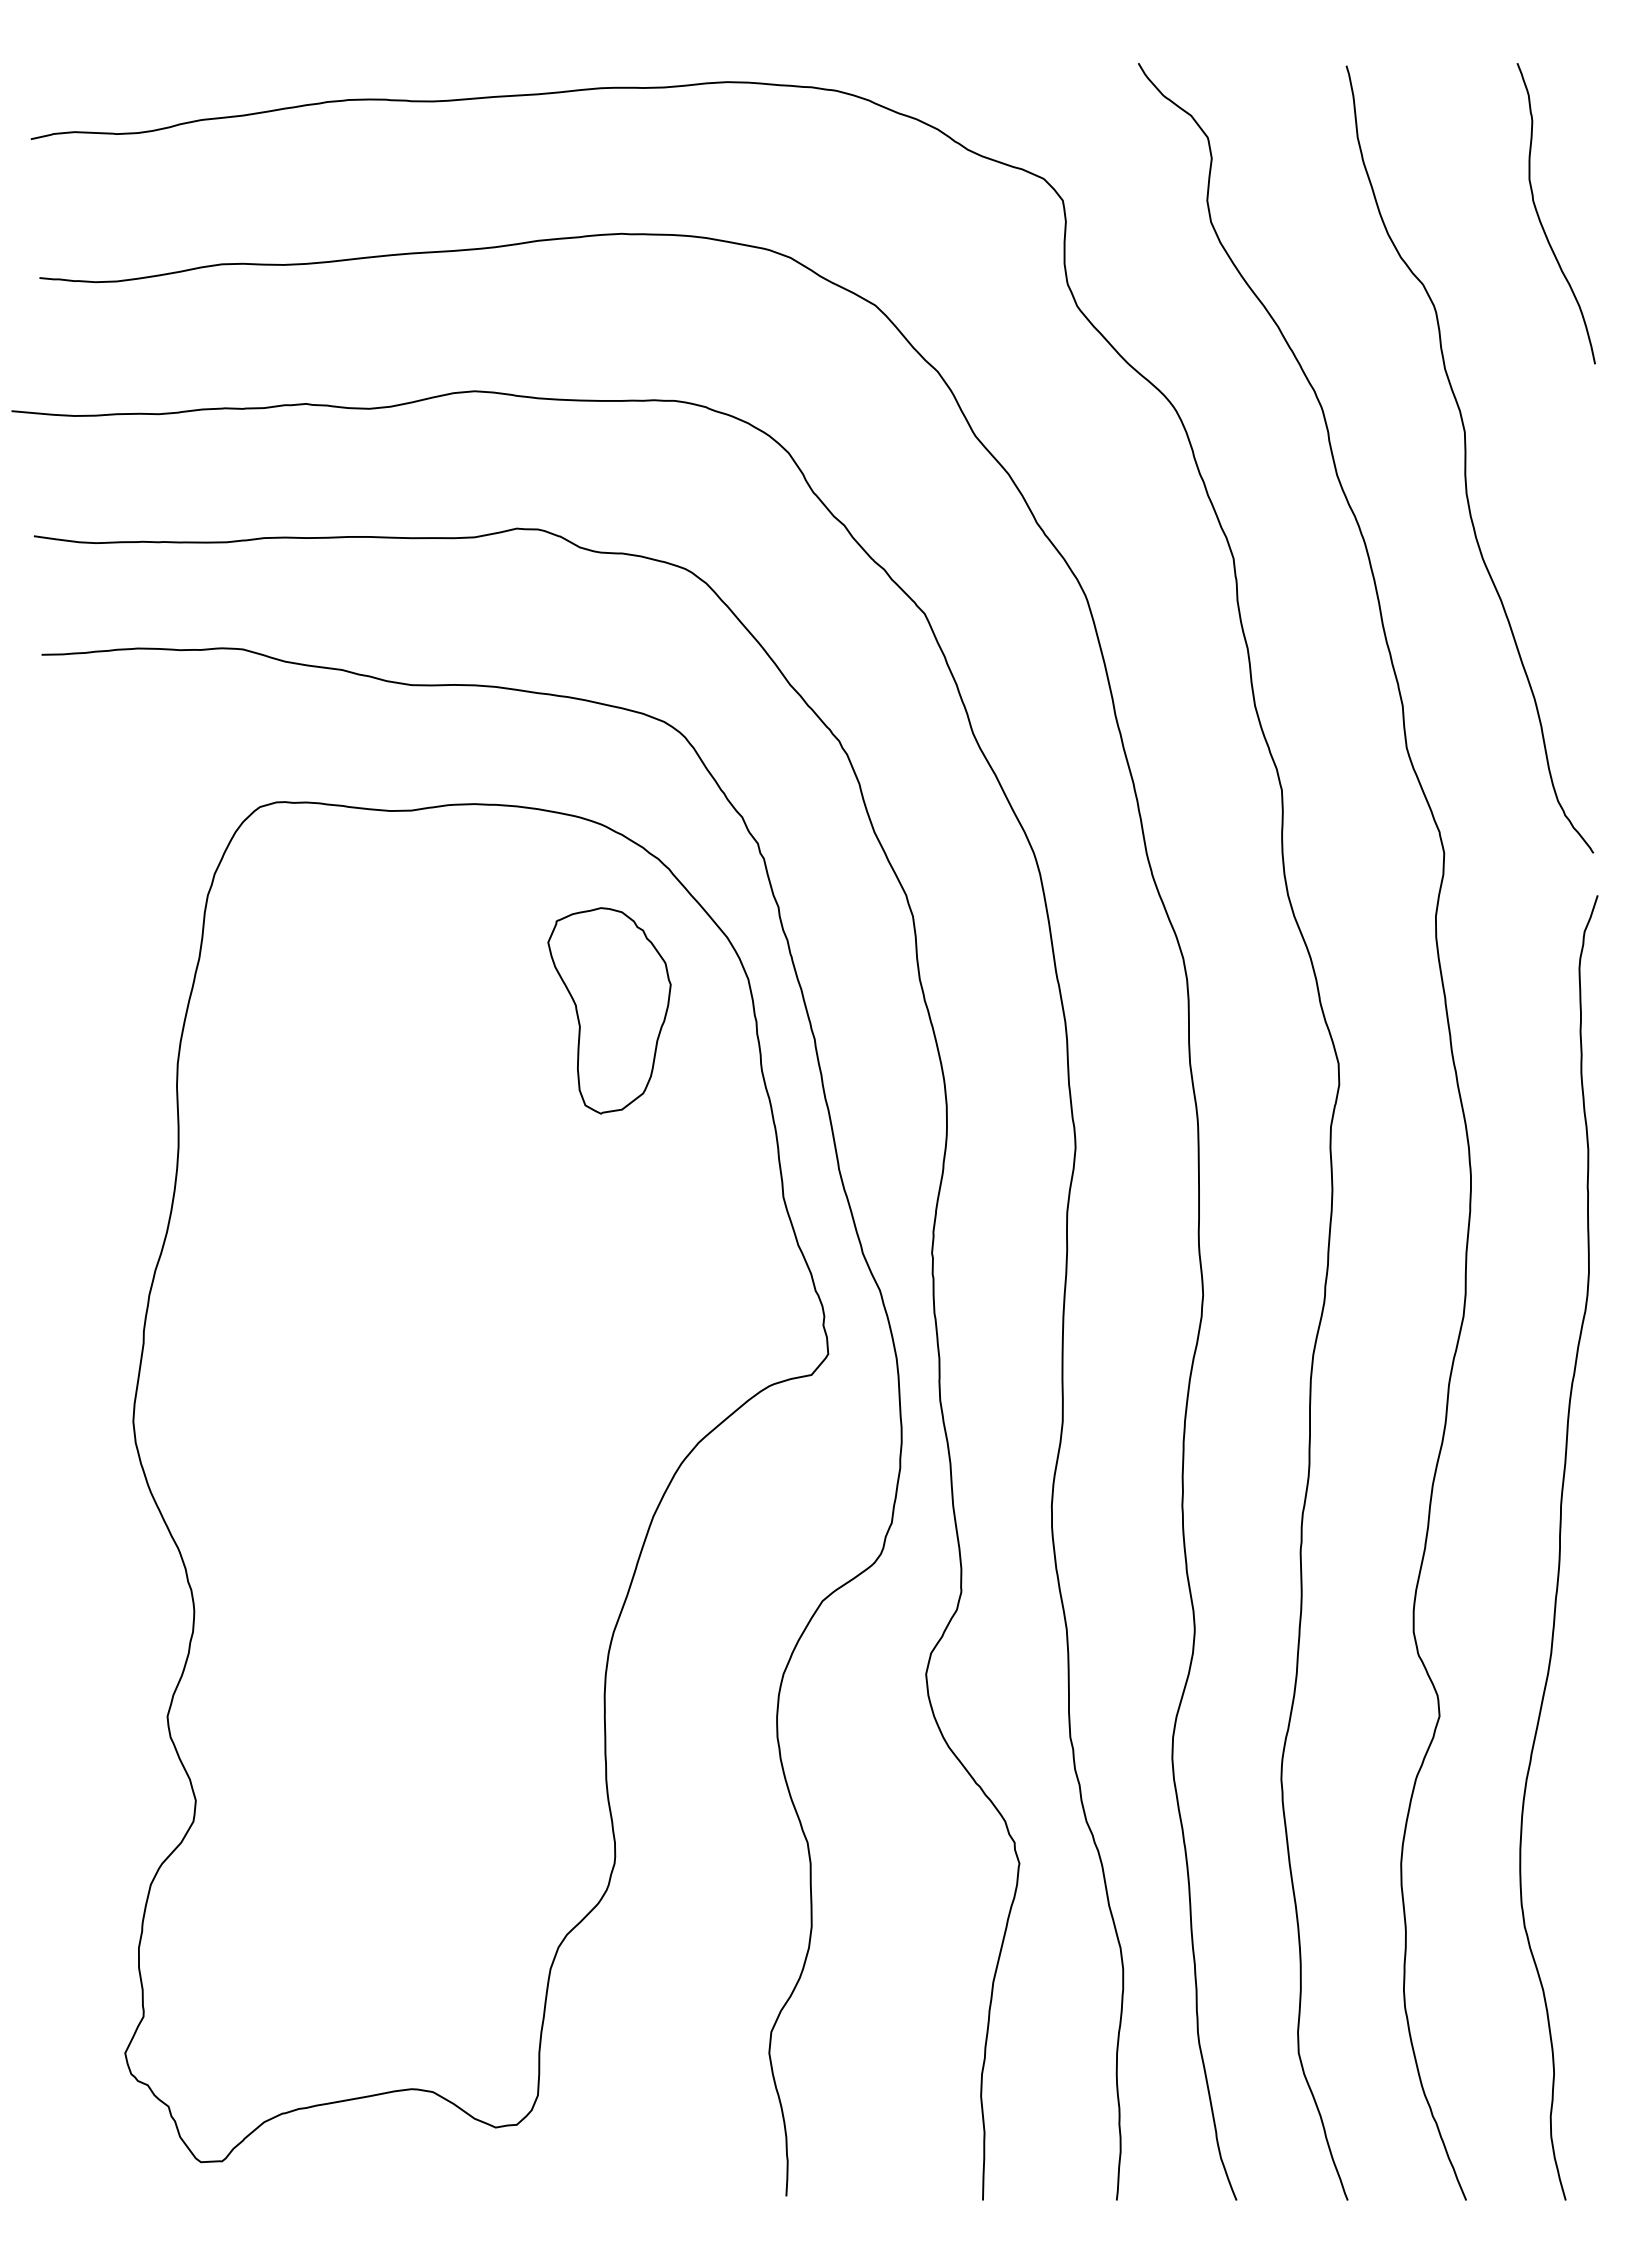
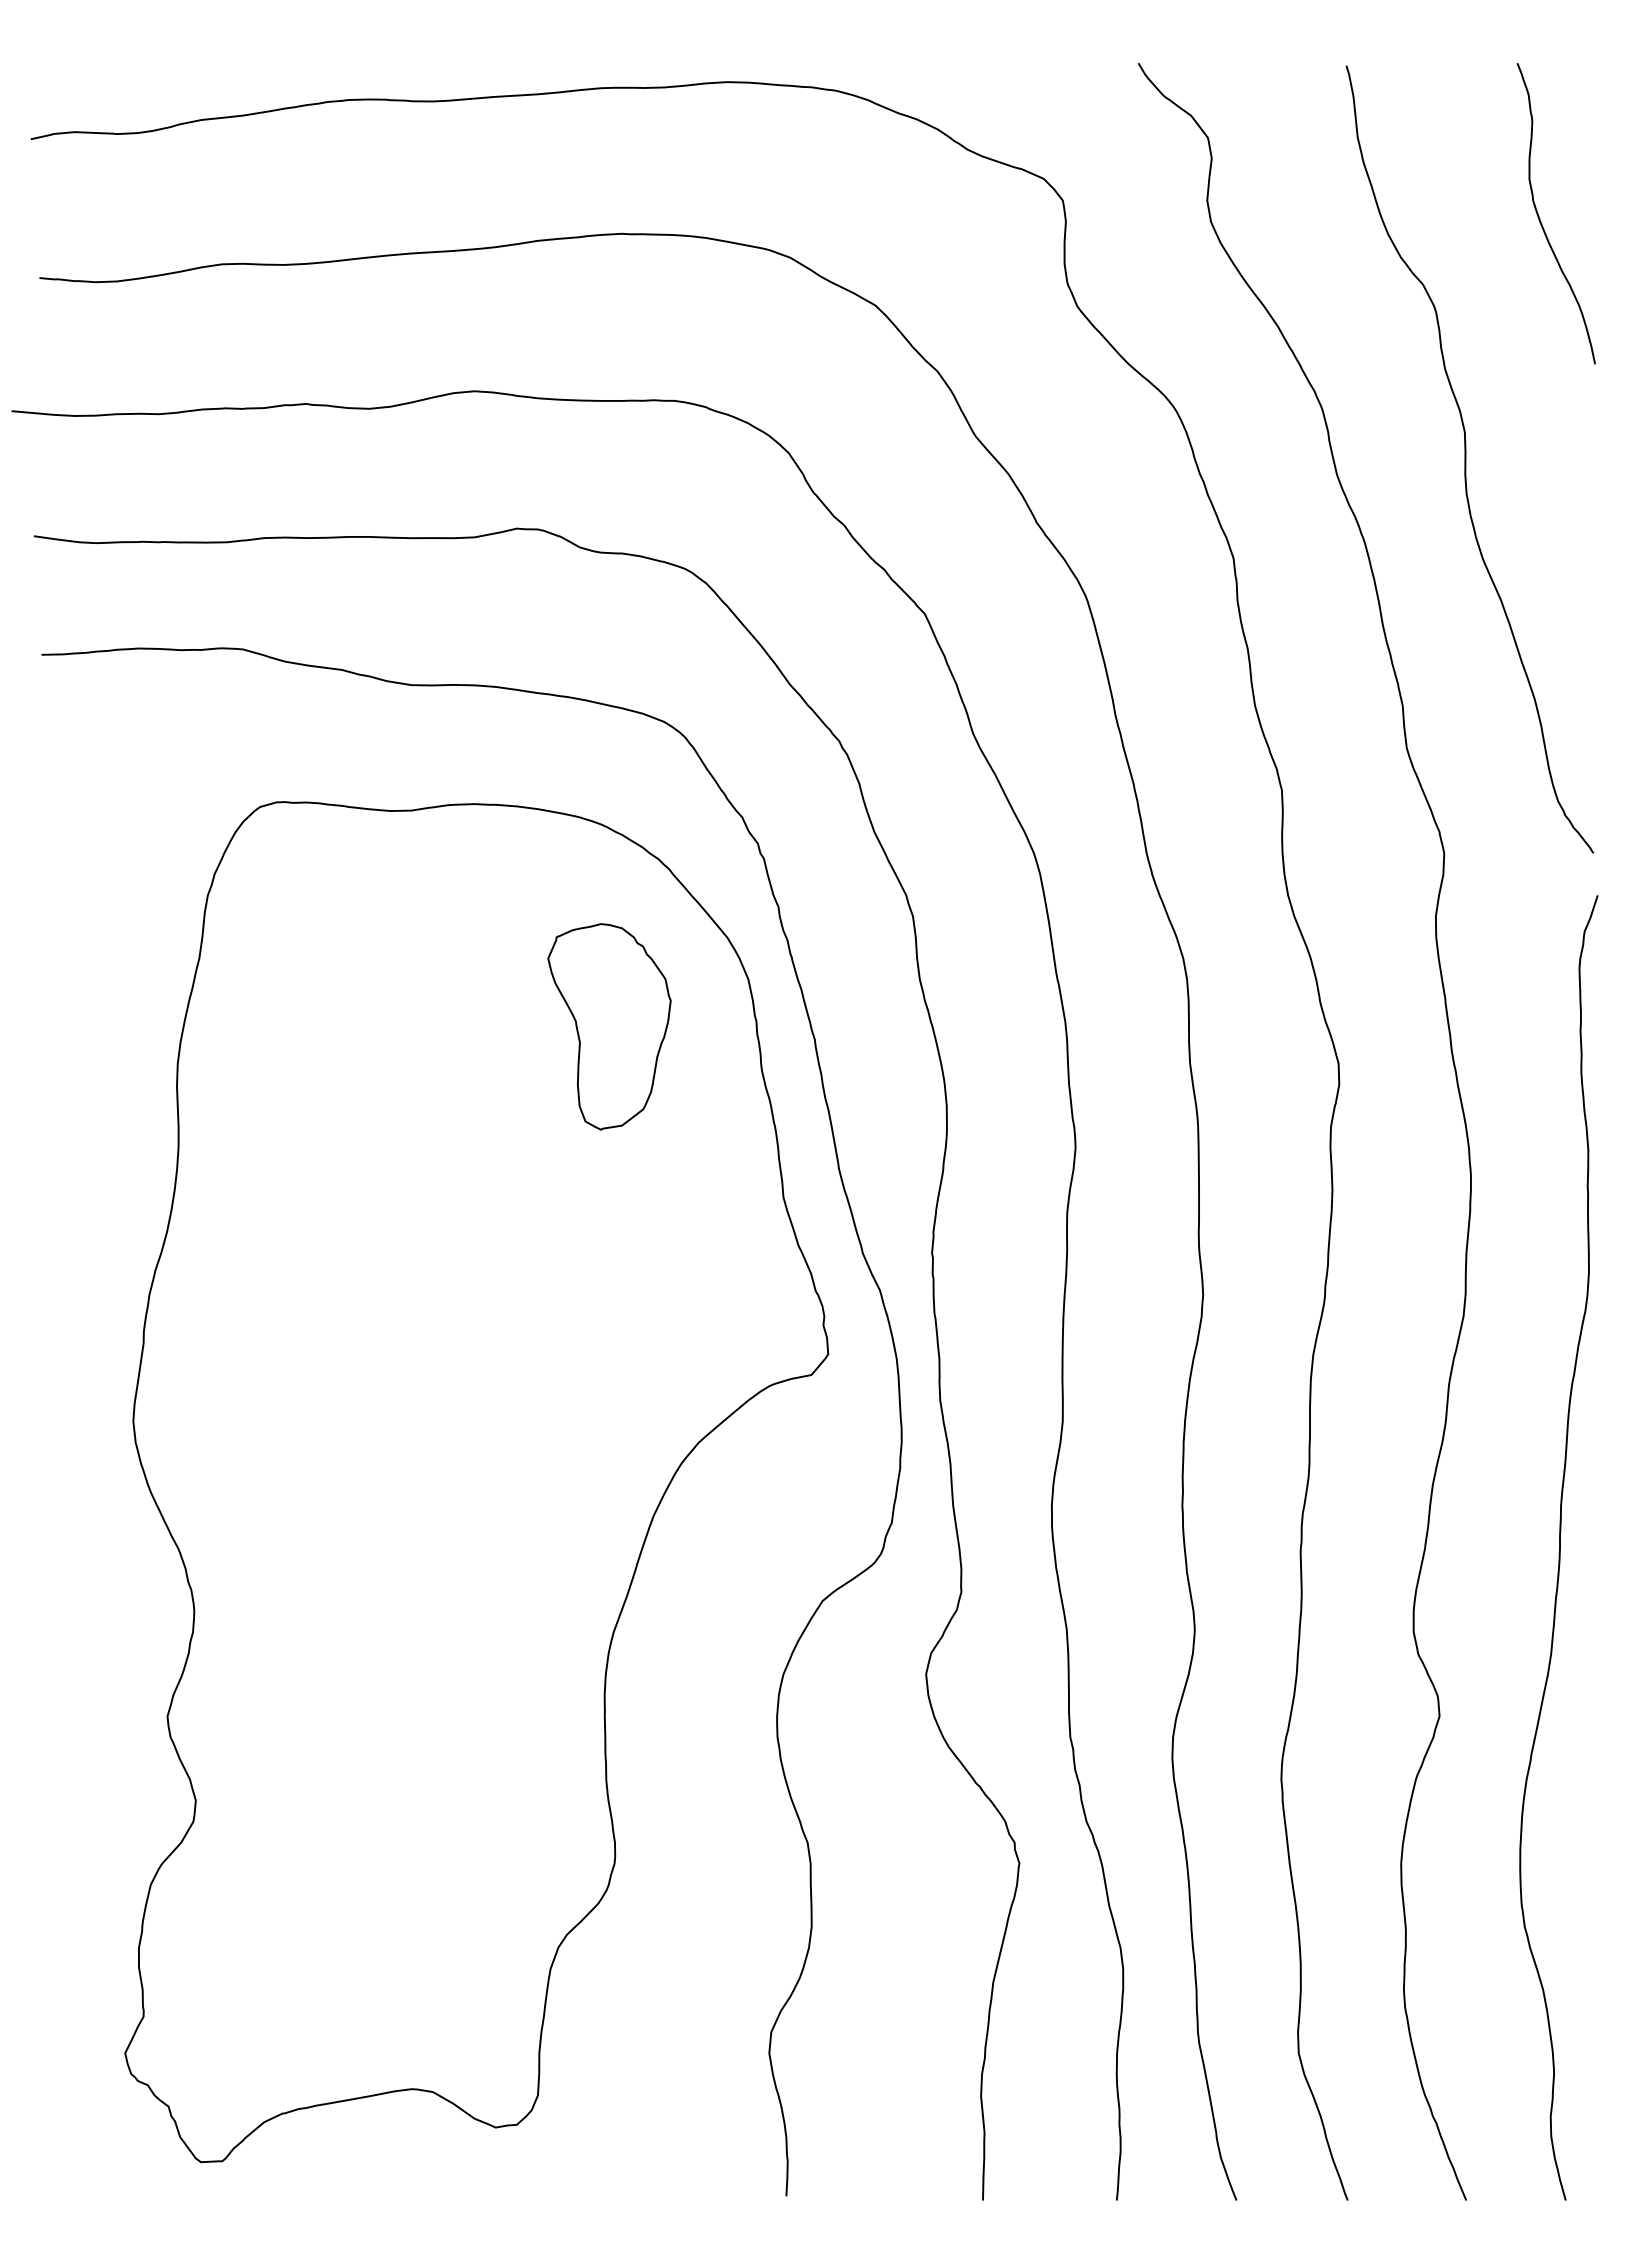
part at (609, 1010) position: (609, 1010) -> (609, 1026)
